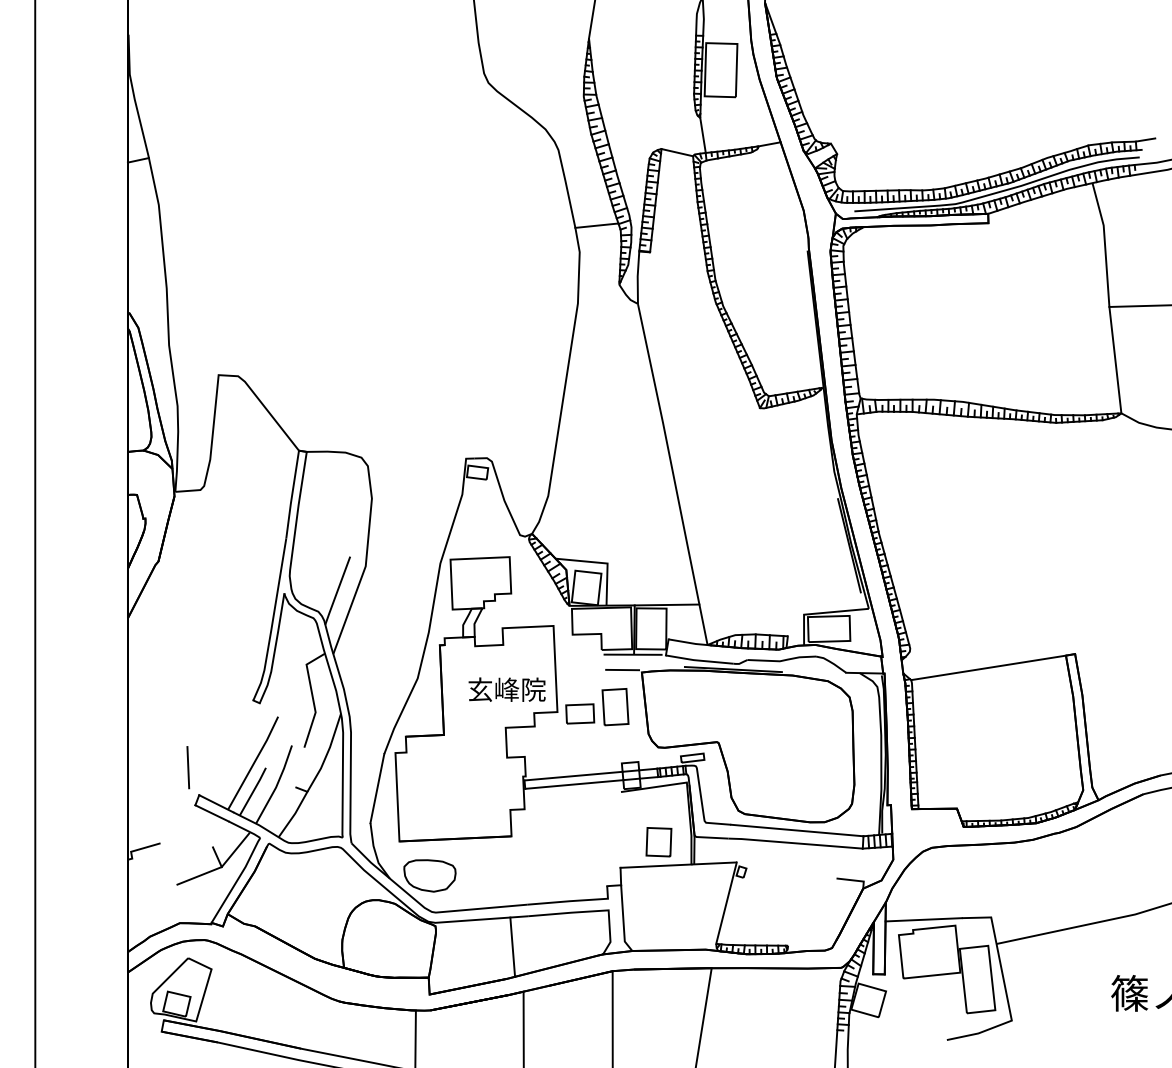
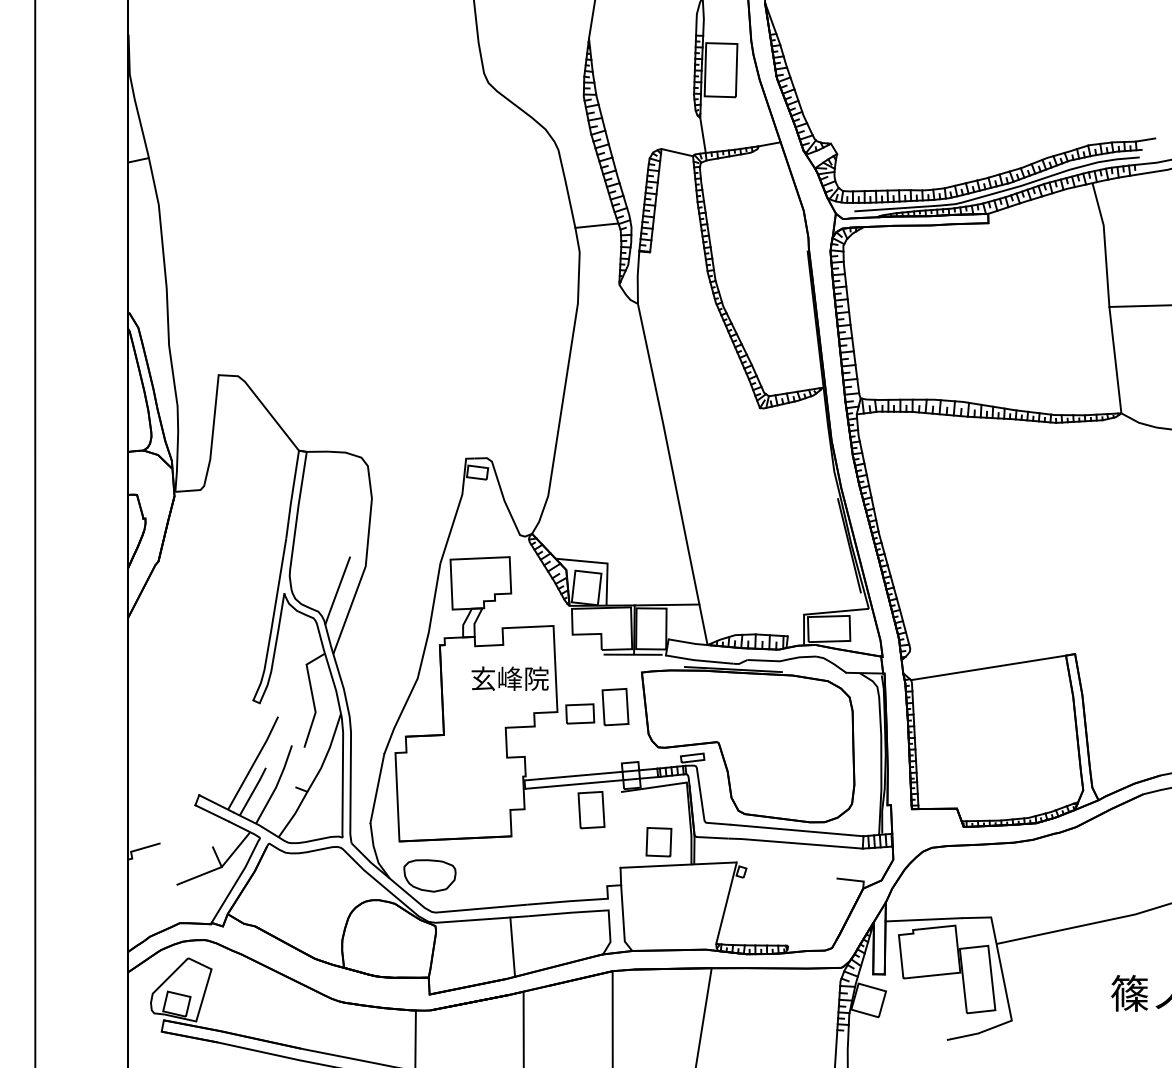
line at (622, 669): present -> none
text at (506, 689) position: (506, 689) -> (509, 678)
line at (188, 767): present -> none
part at (591, 810): none -> present
